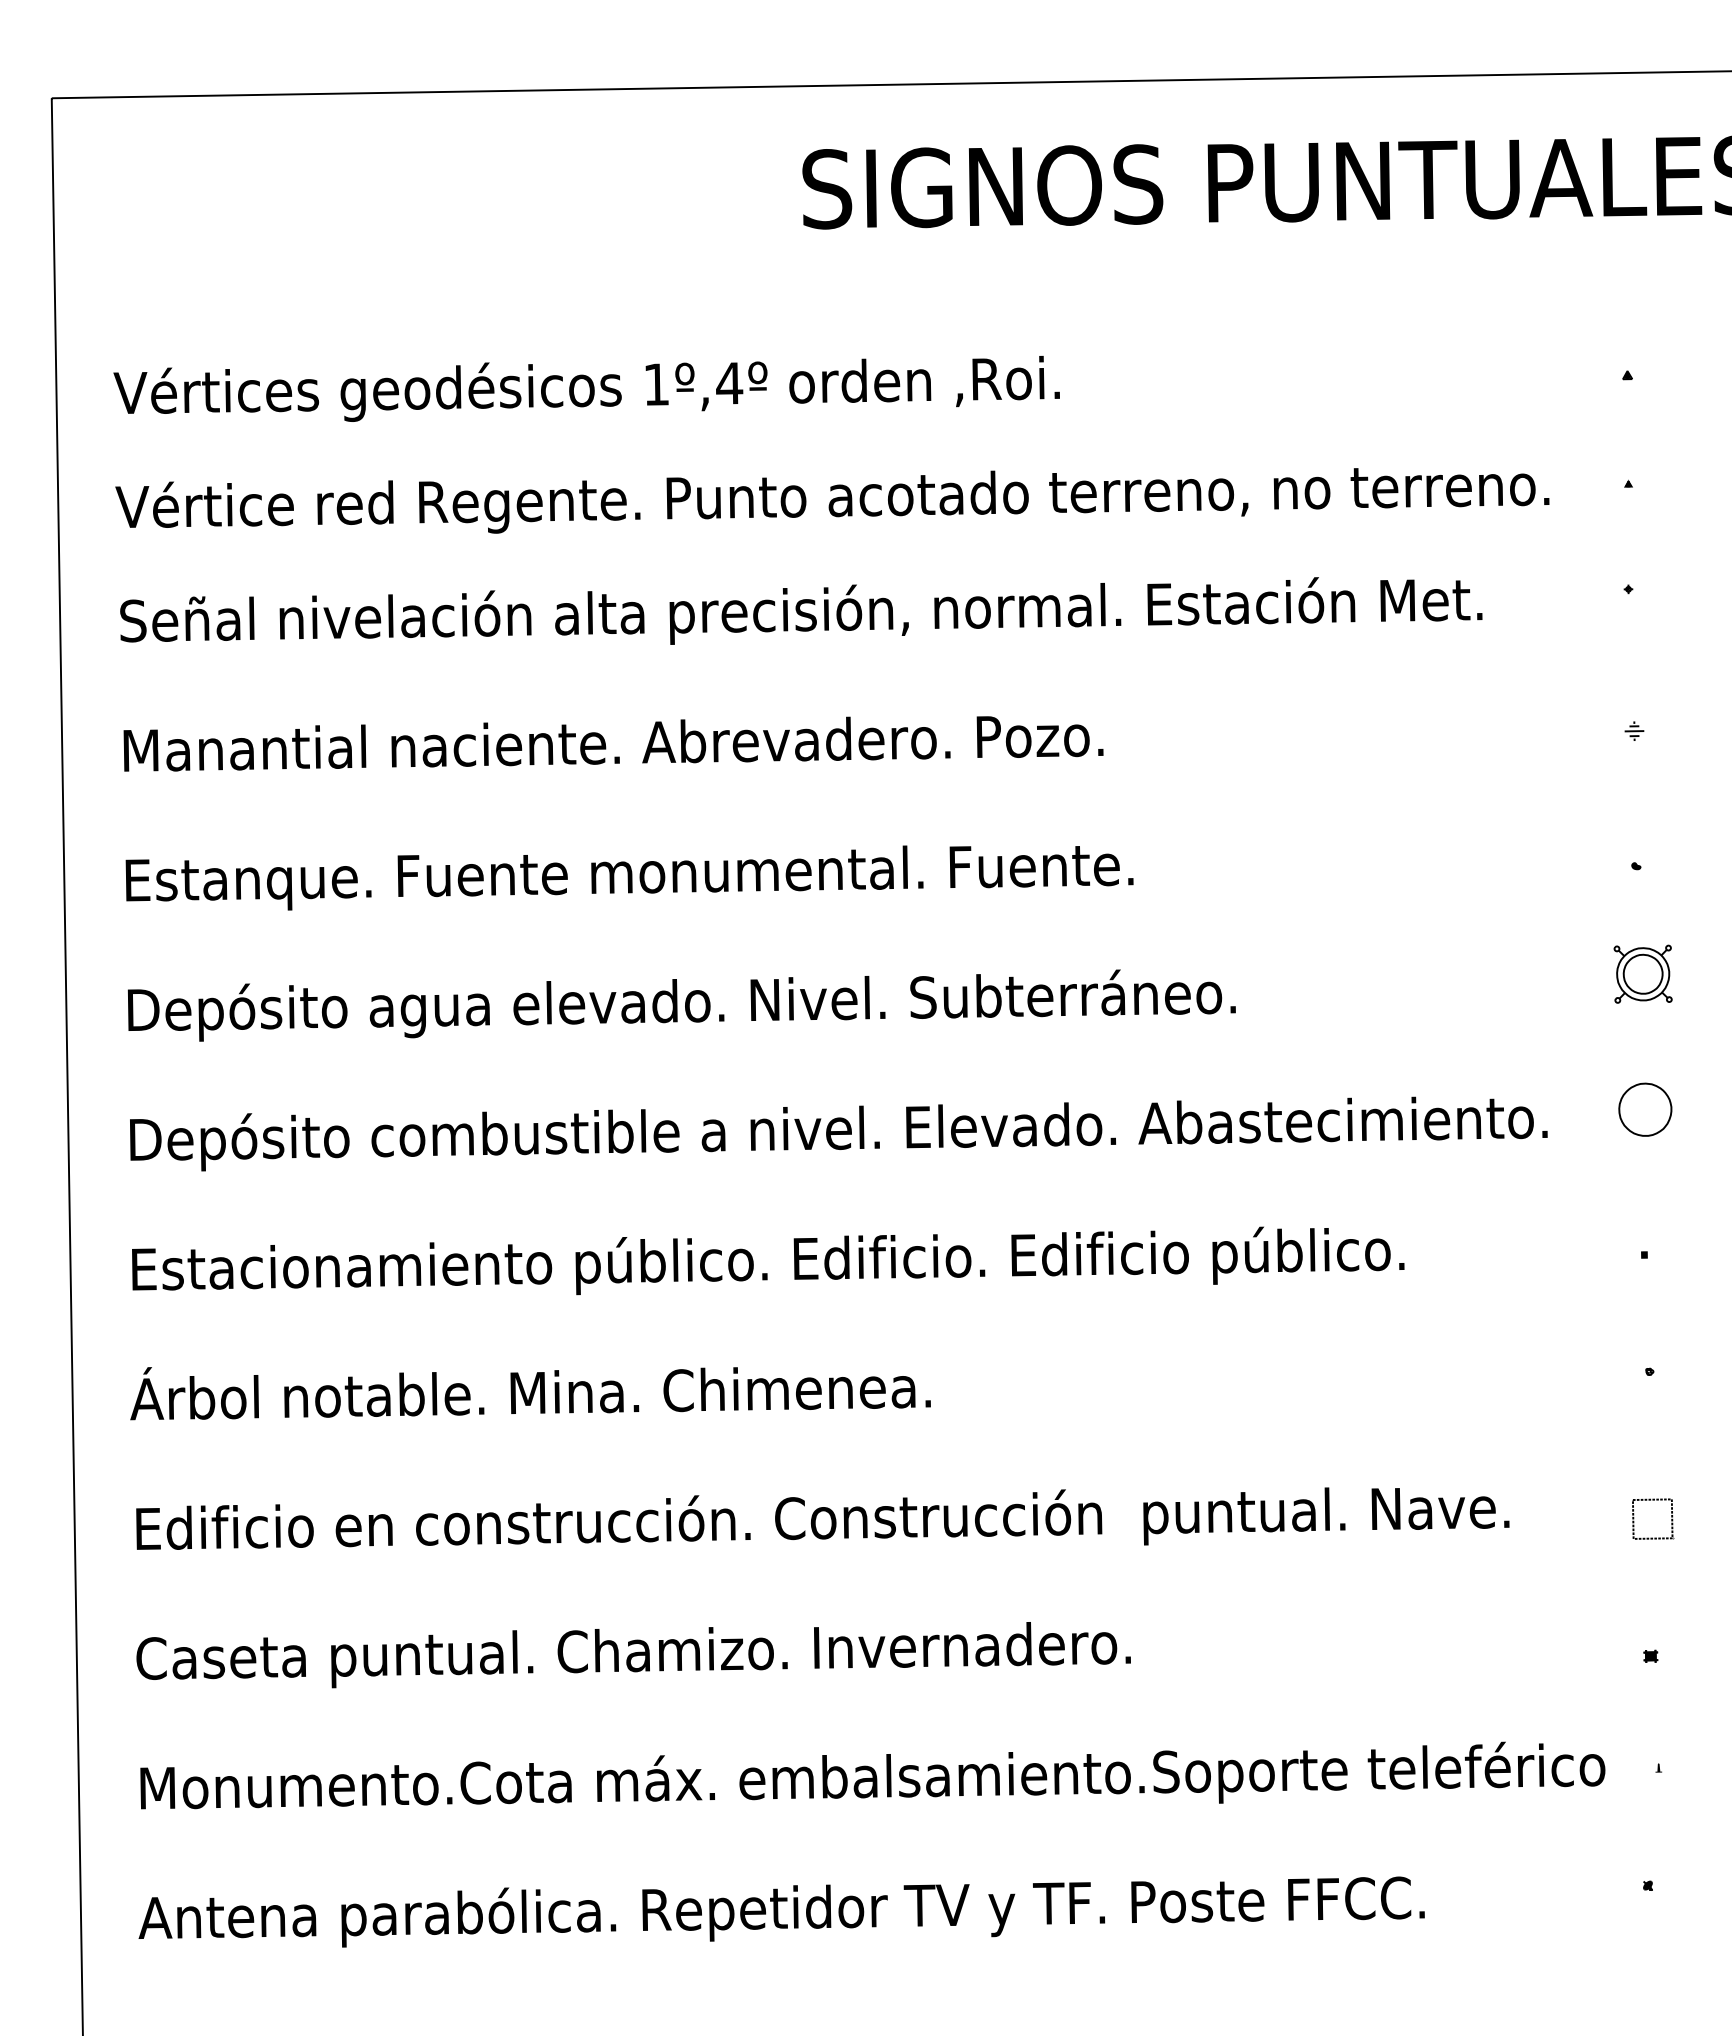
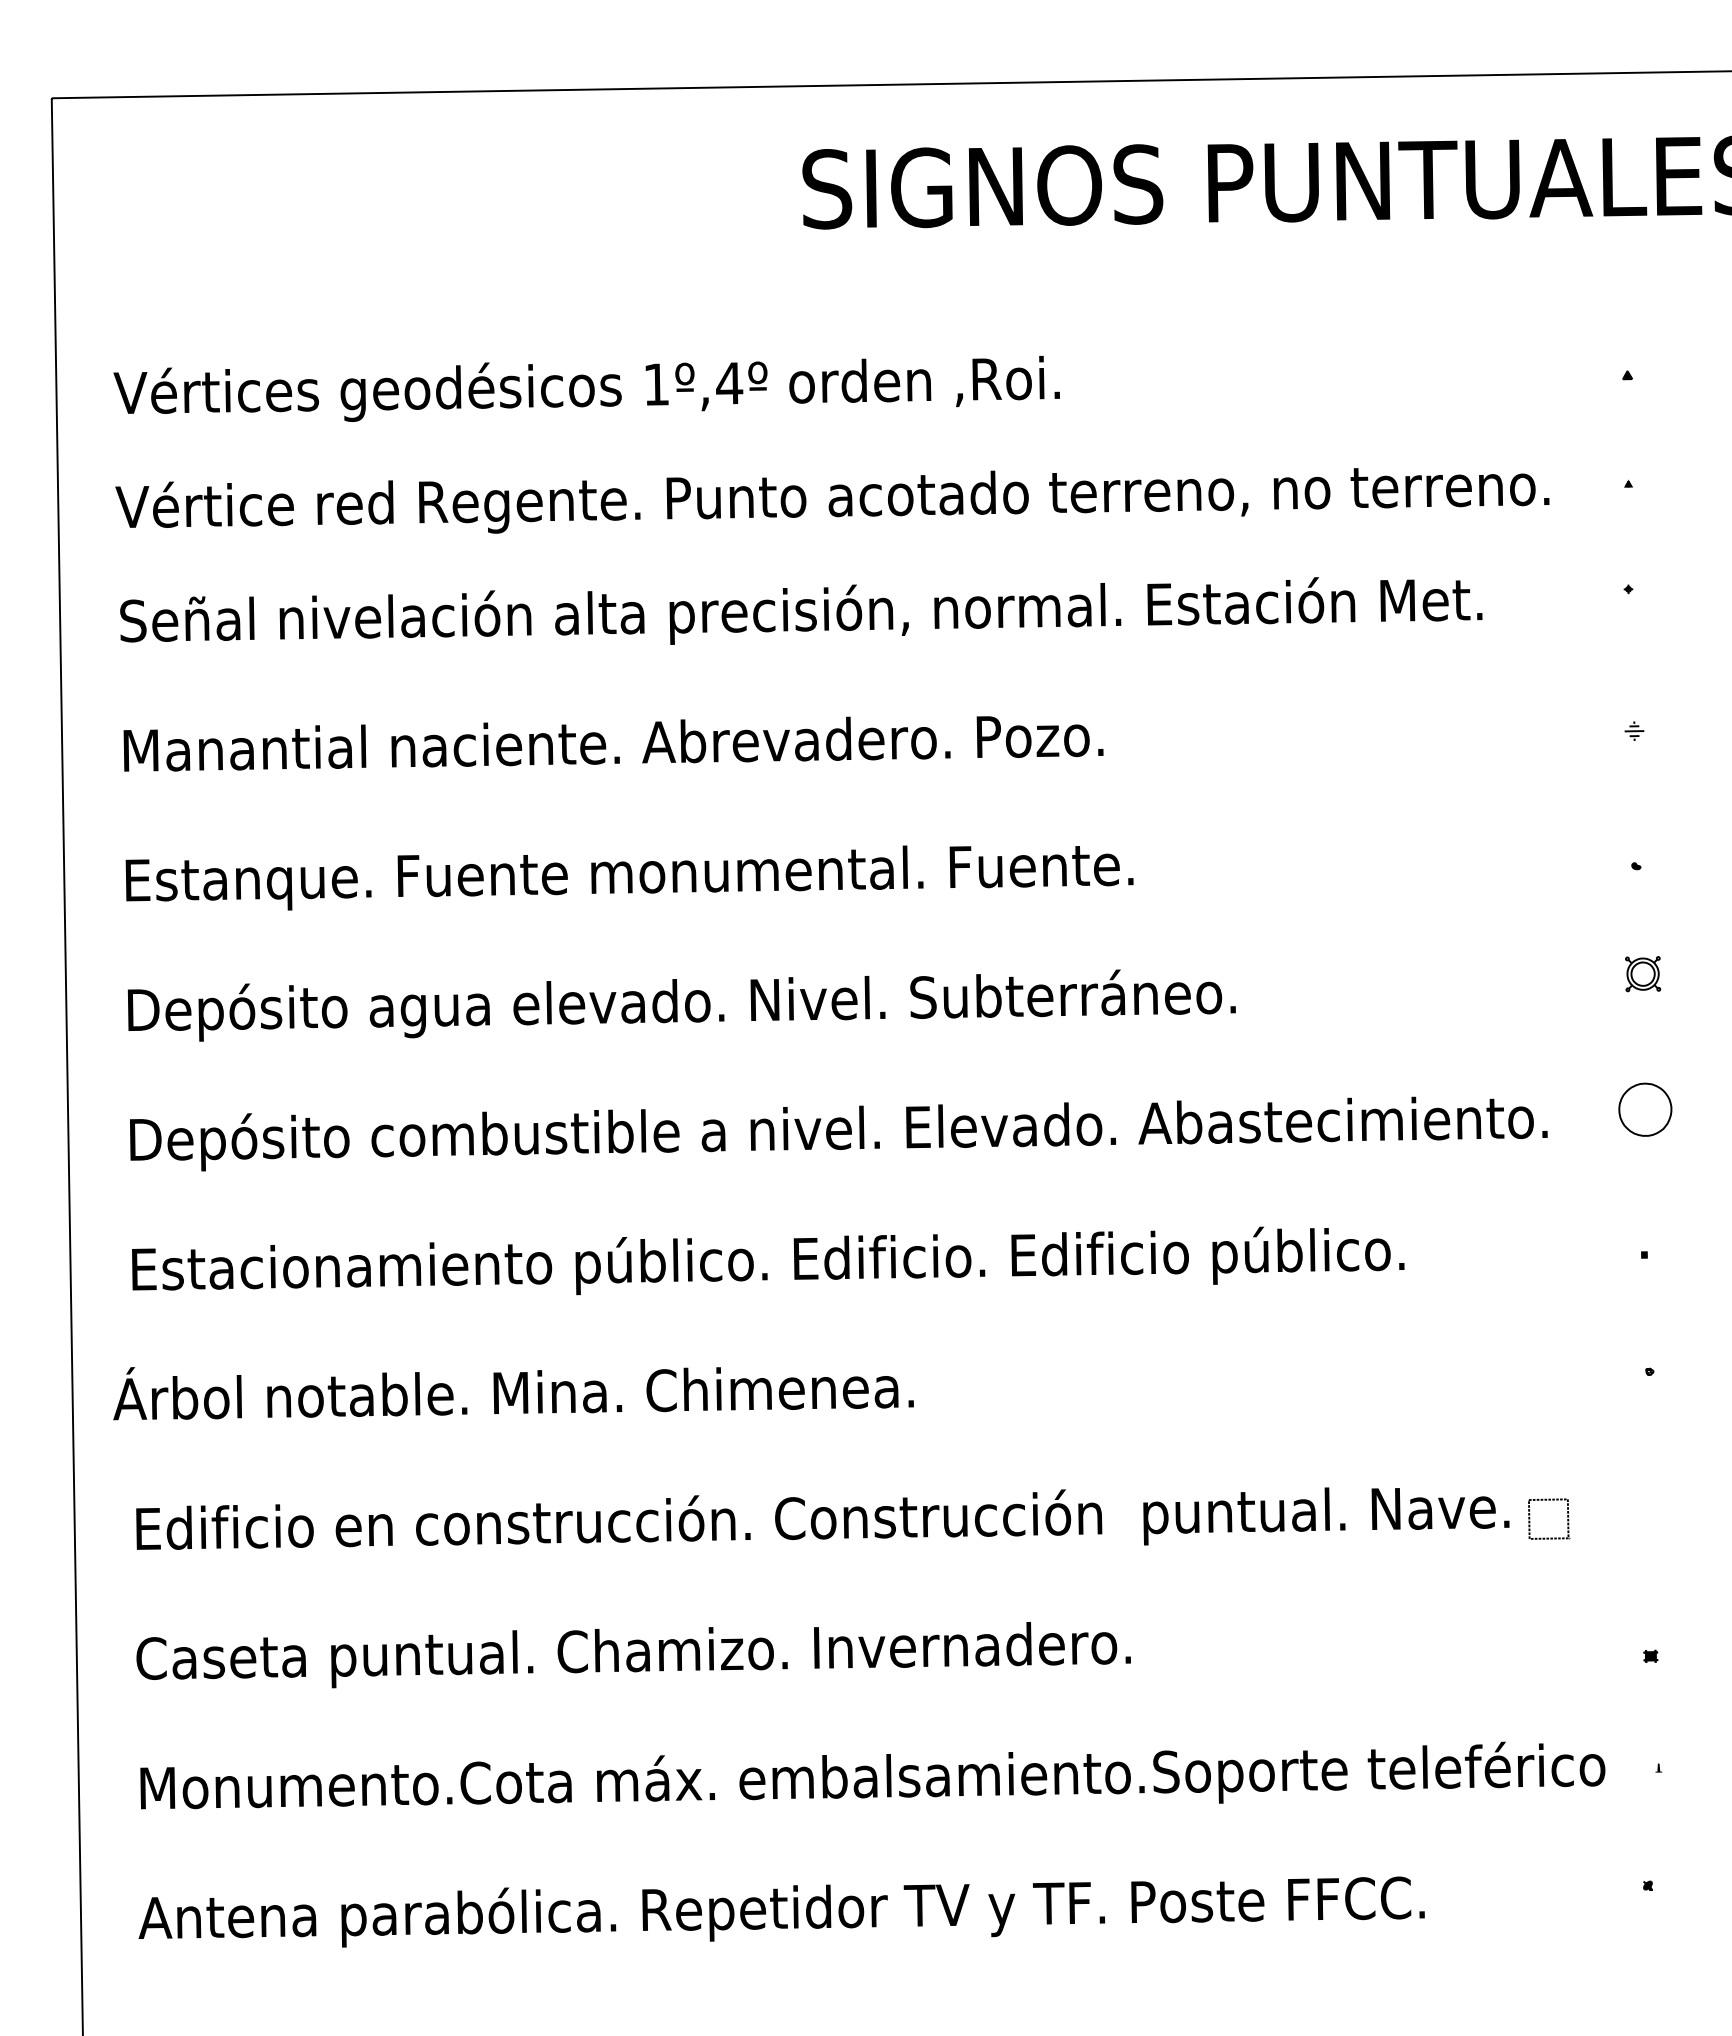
part at (1642, 973) size: 60x60 px -> 37x37 px
text at (530, 1393) position: (530, 1393) -> (513, 1393)
part at (1653, 1500) position: (1653, 1500) -> (1549, 1500)
